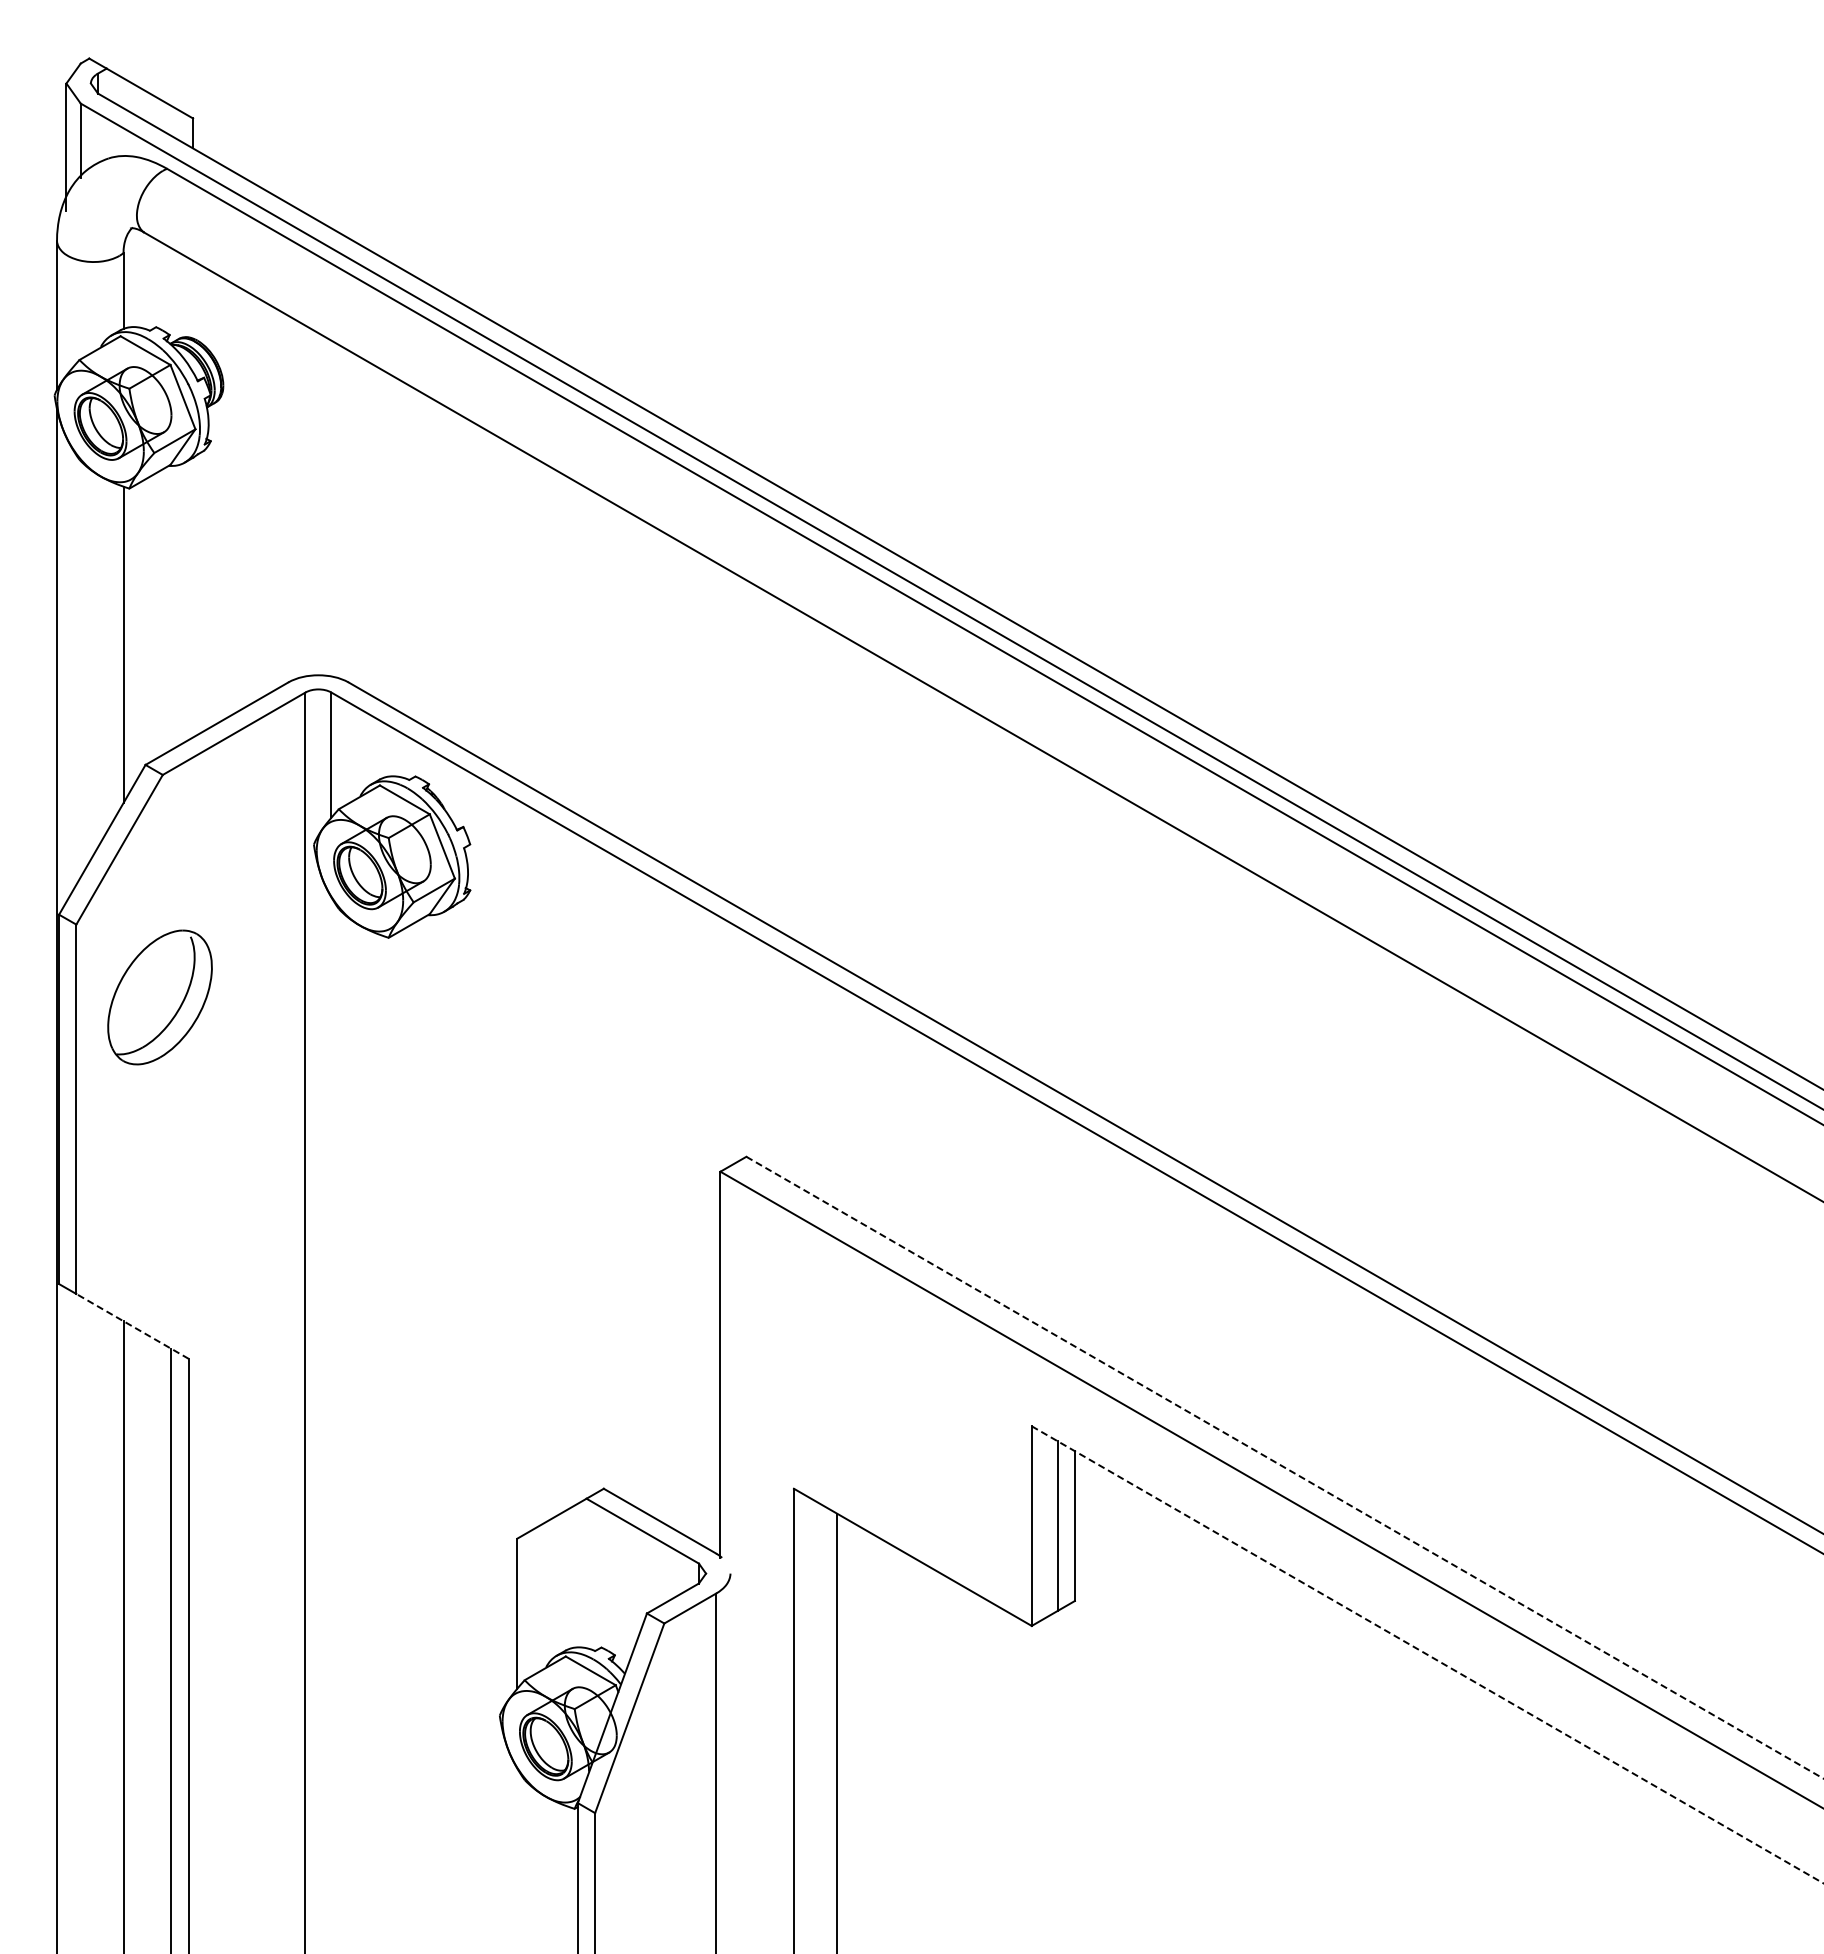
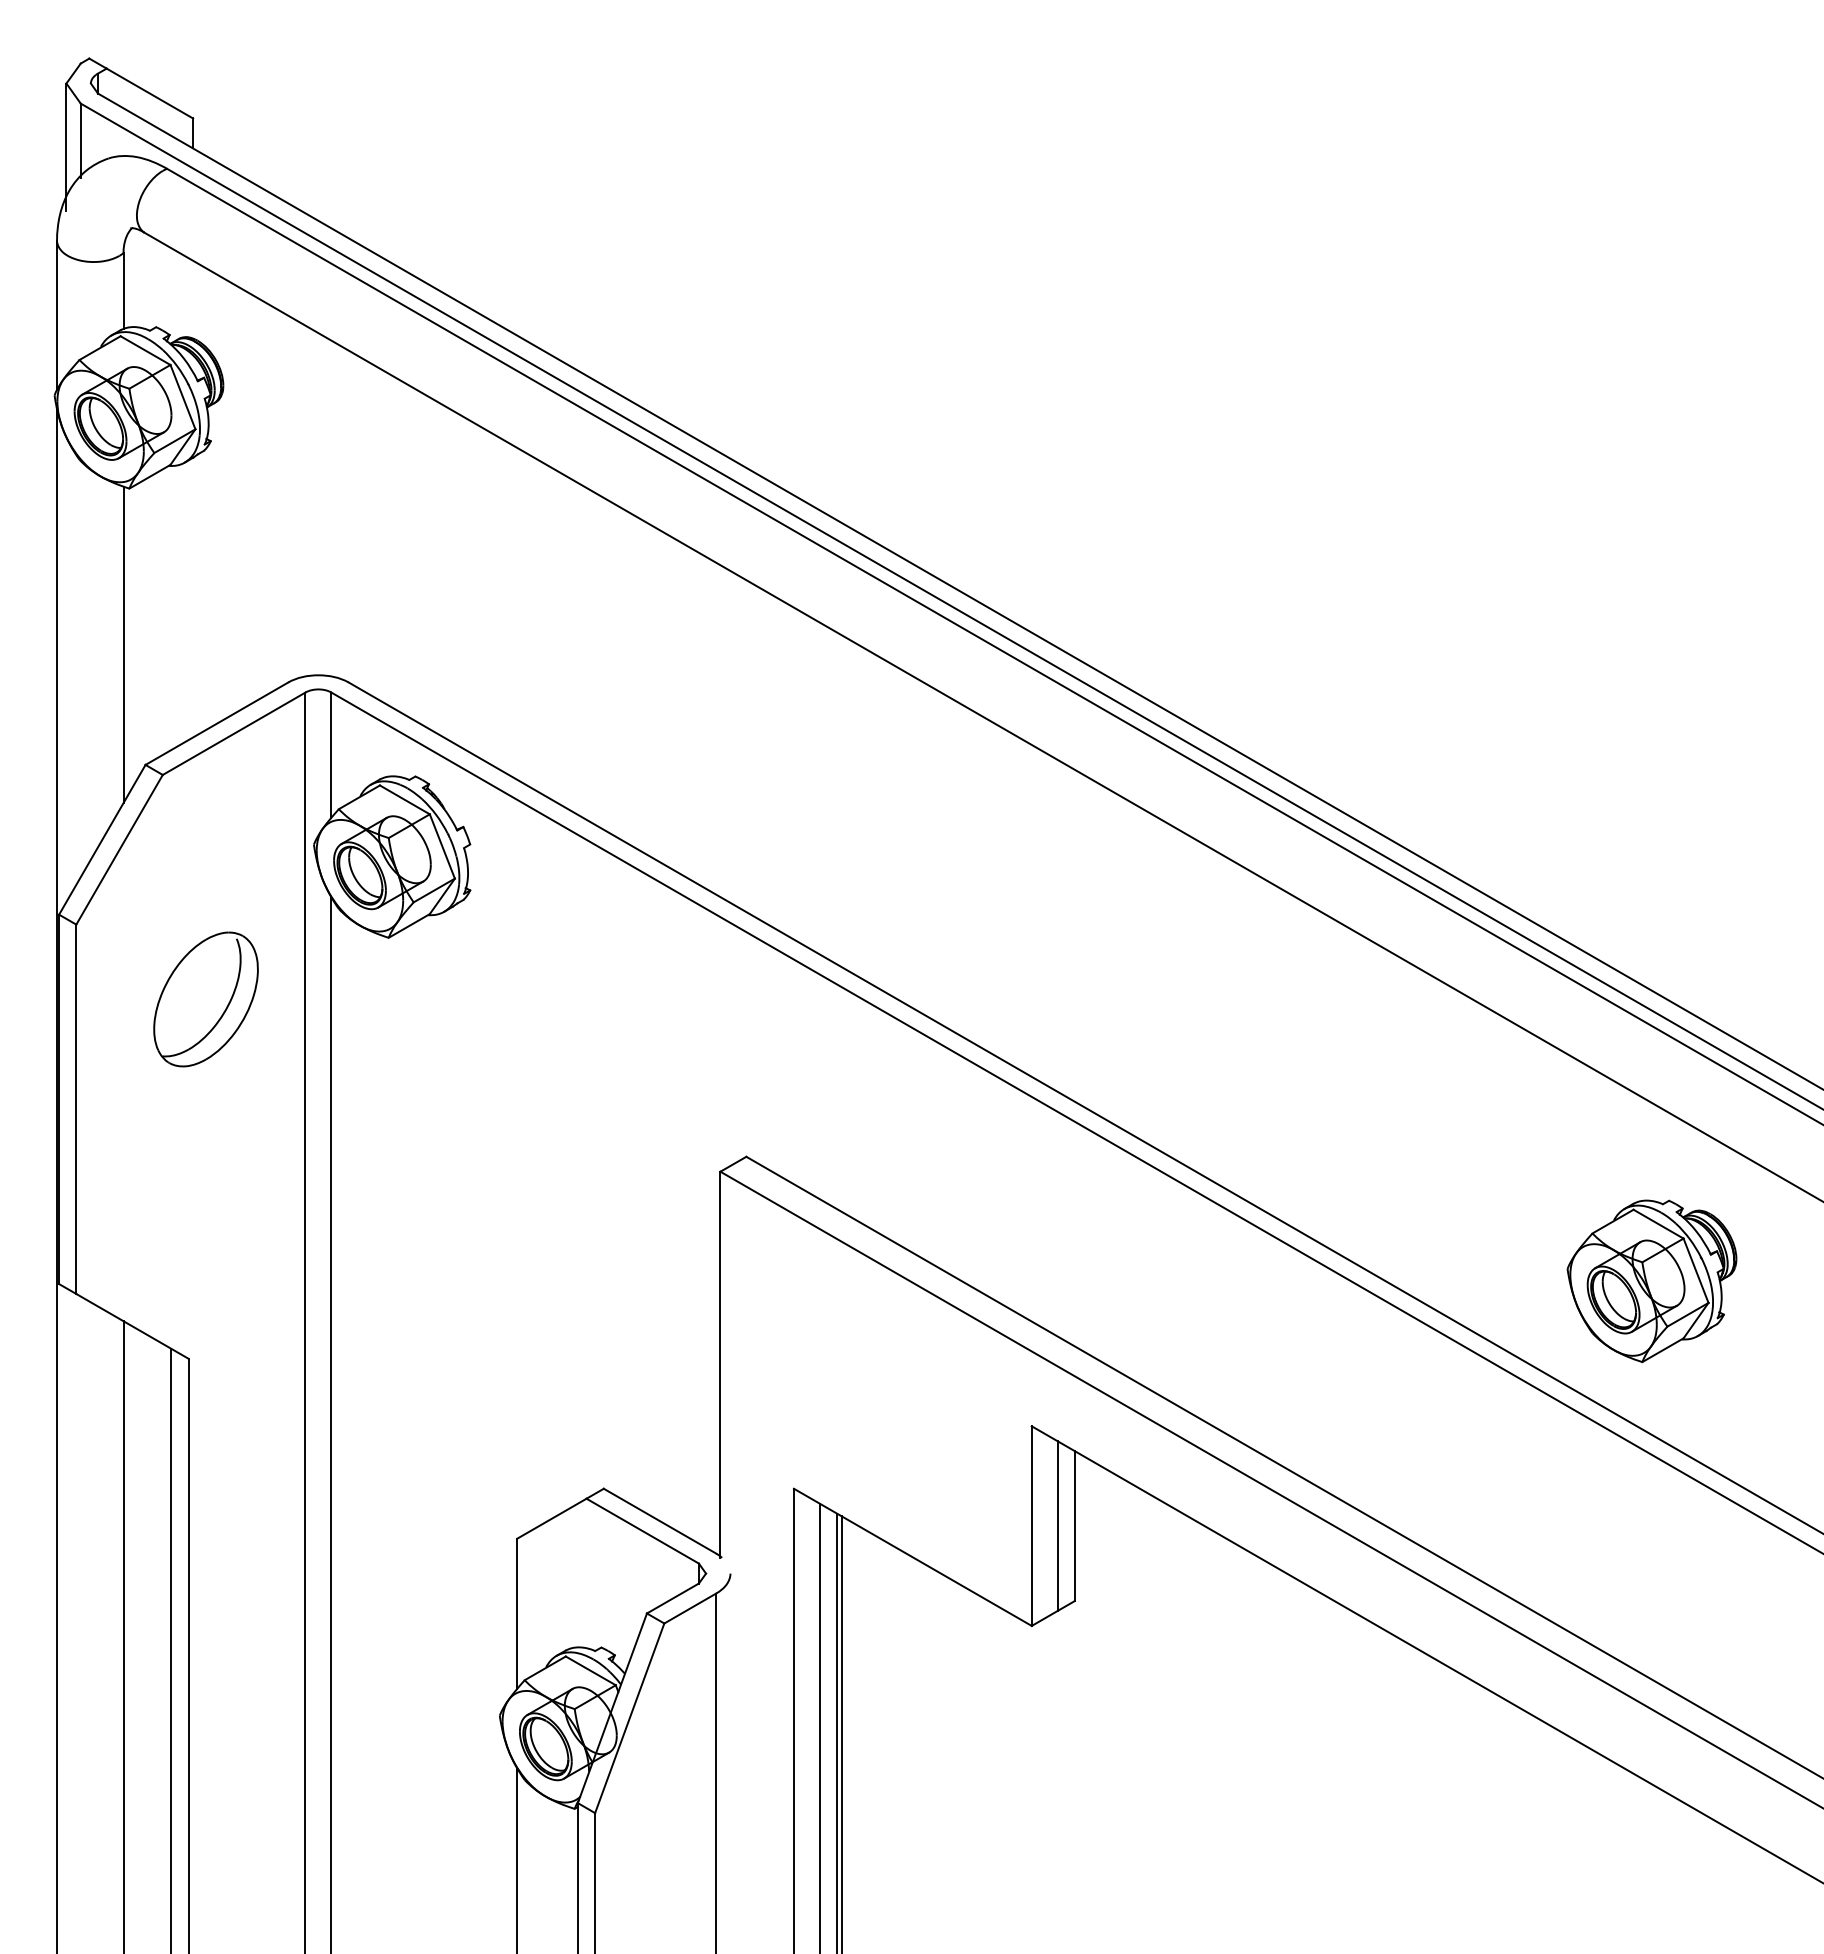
part at (159, 997) position: (159, 997) -> (205, 999)
part at (1651, 1281): none -> present
line at (132, 1326): dashed -> solid
line at (331, 1423): none -> present
line at (1284, 1467): dashed -> solid
line at (1428, 1655): dashed -> solid
line at (819, 1726): none -> present
line at (841, 1733): none -> present
line at (517, 1859): none -> present
